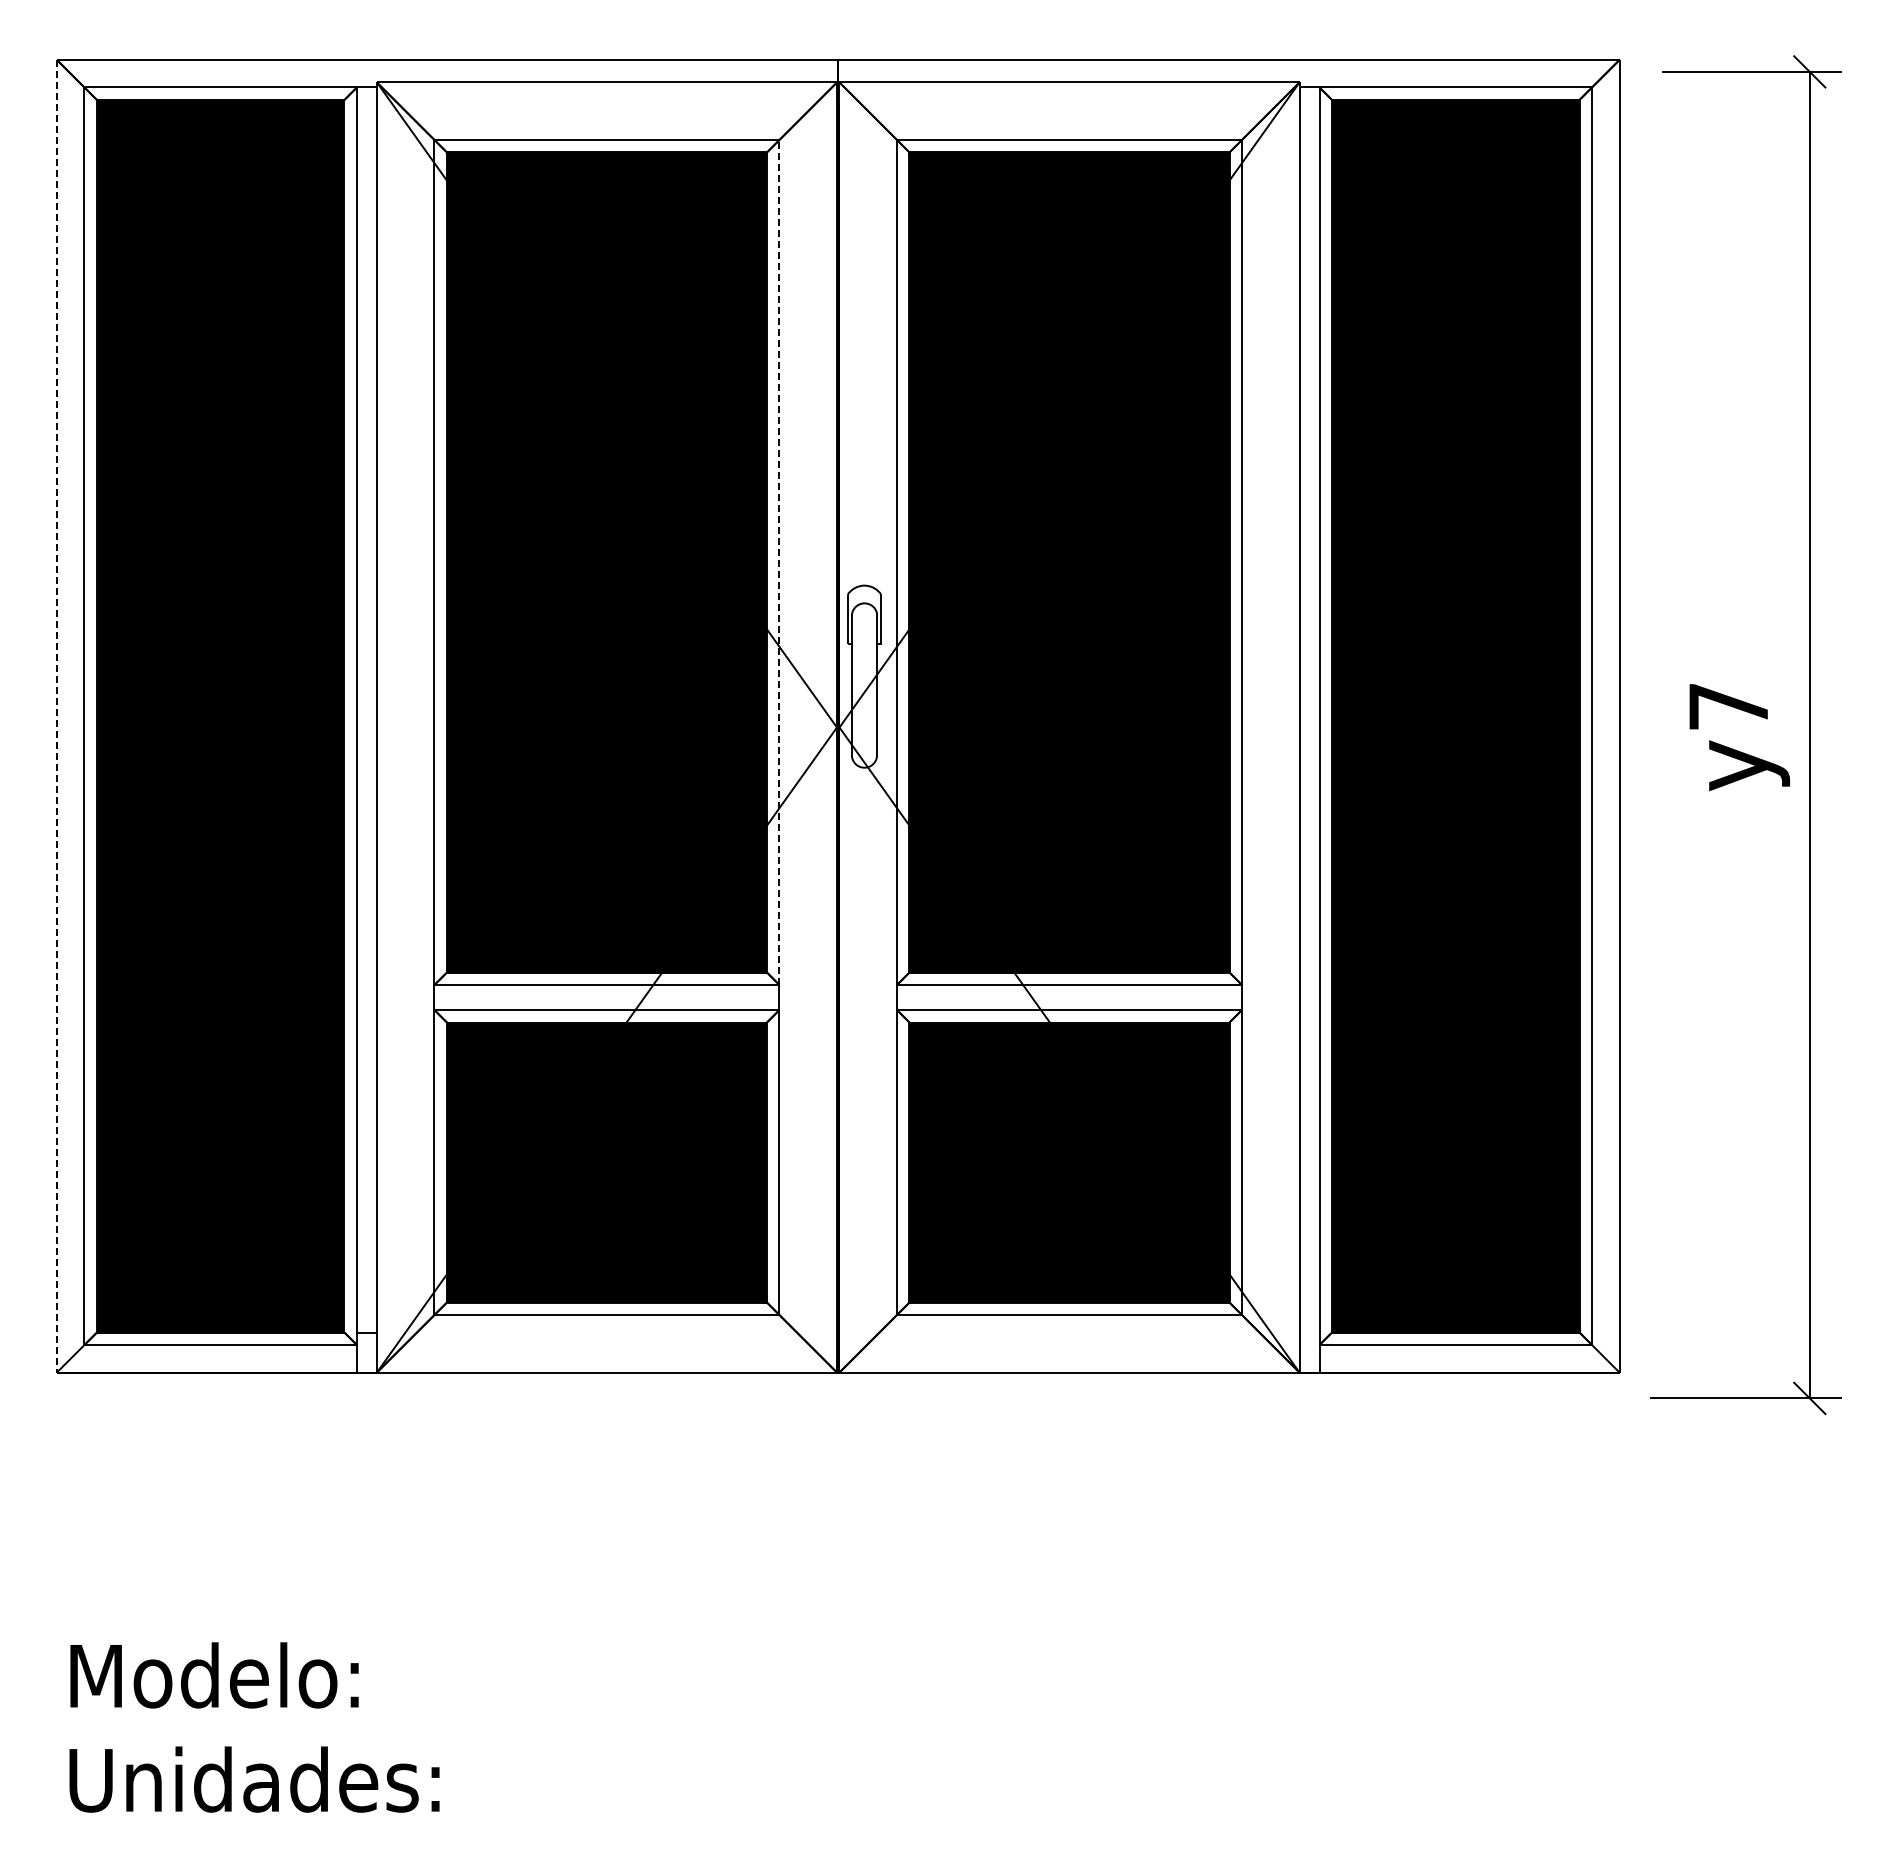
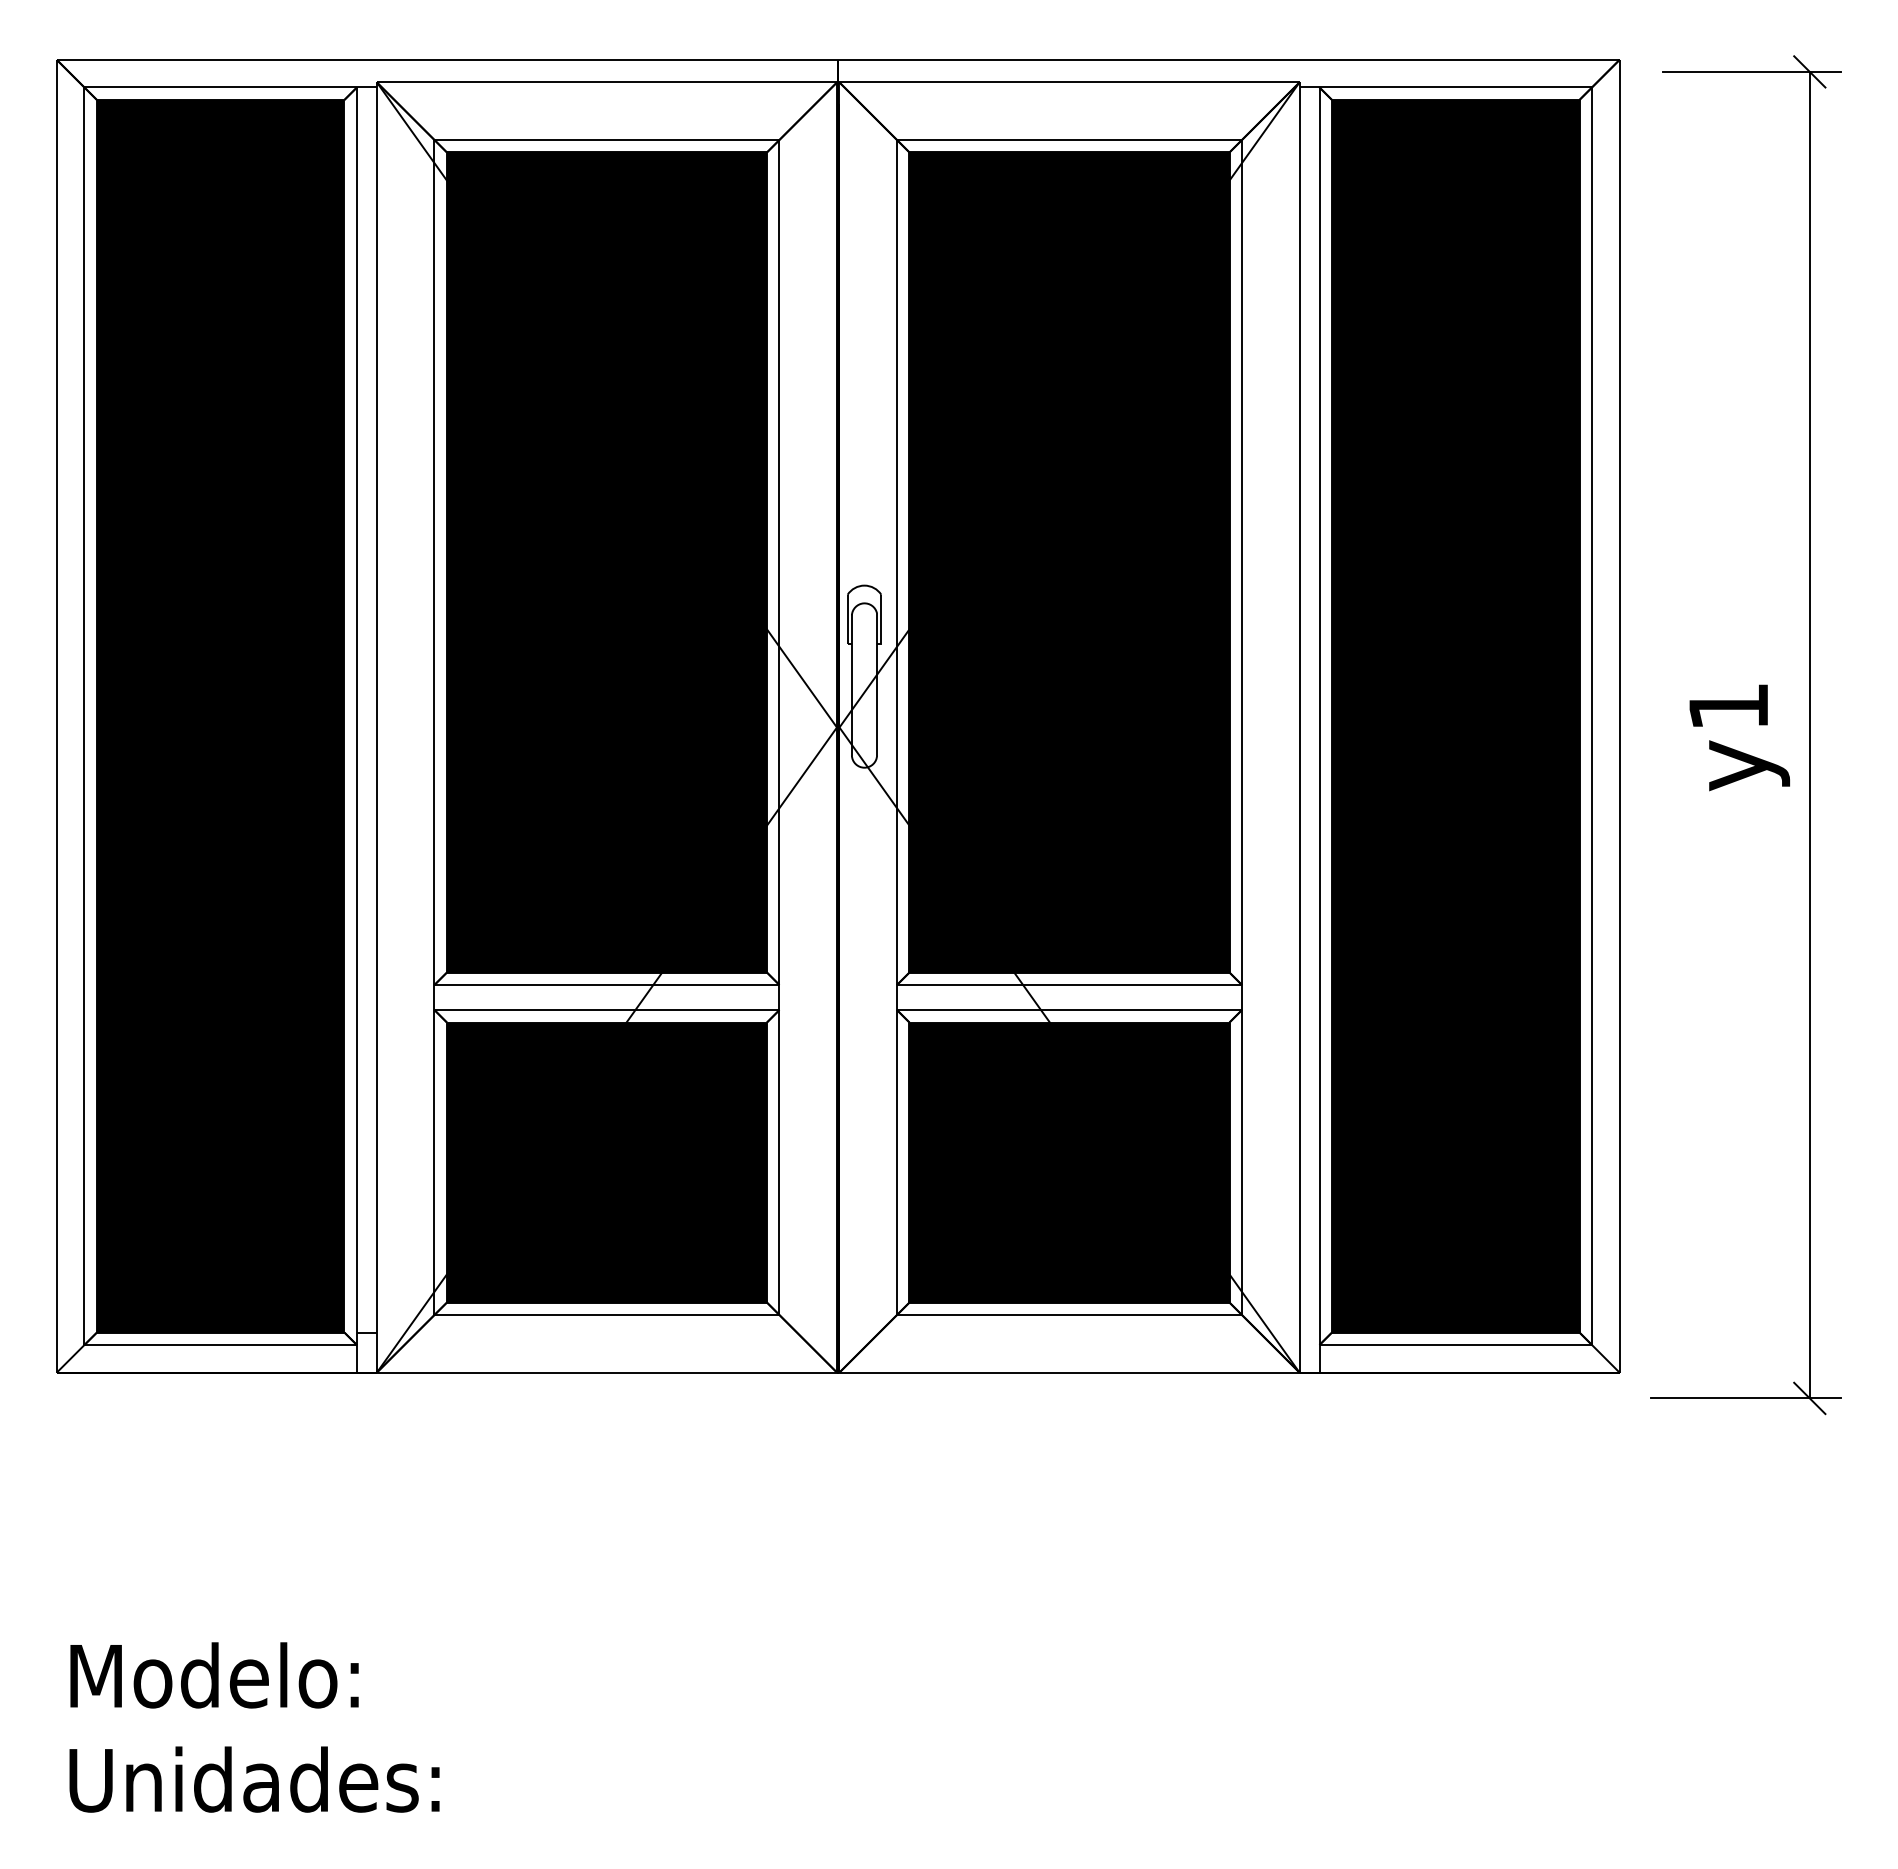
line at (779, 562): dashed -> solid
text at (1728, 706): y7 -> y1
line at (56, 716): dashed -> solid
